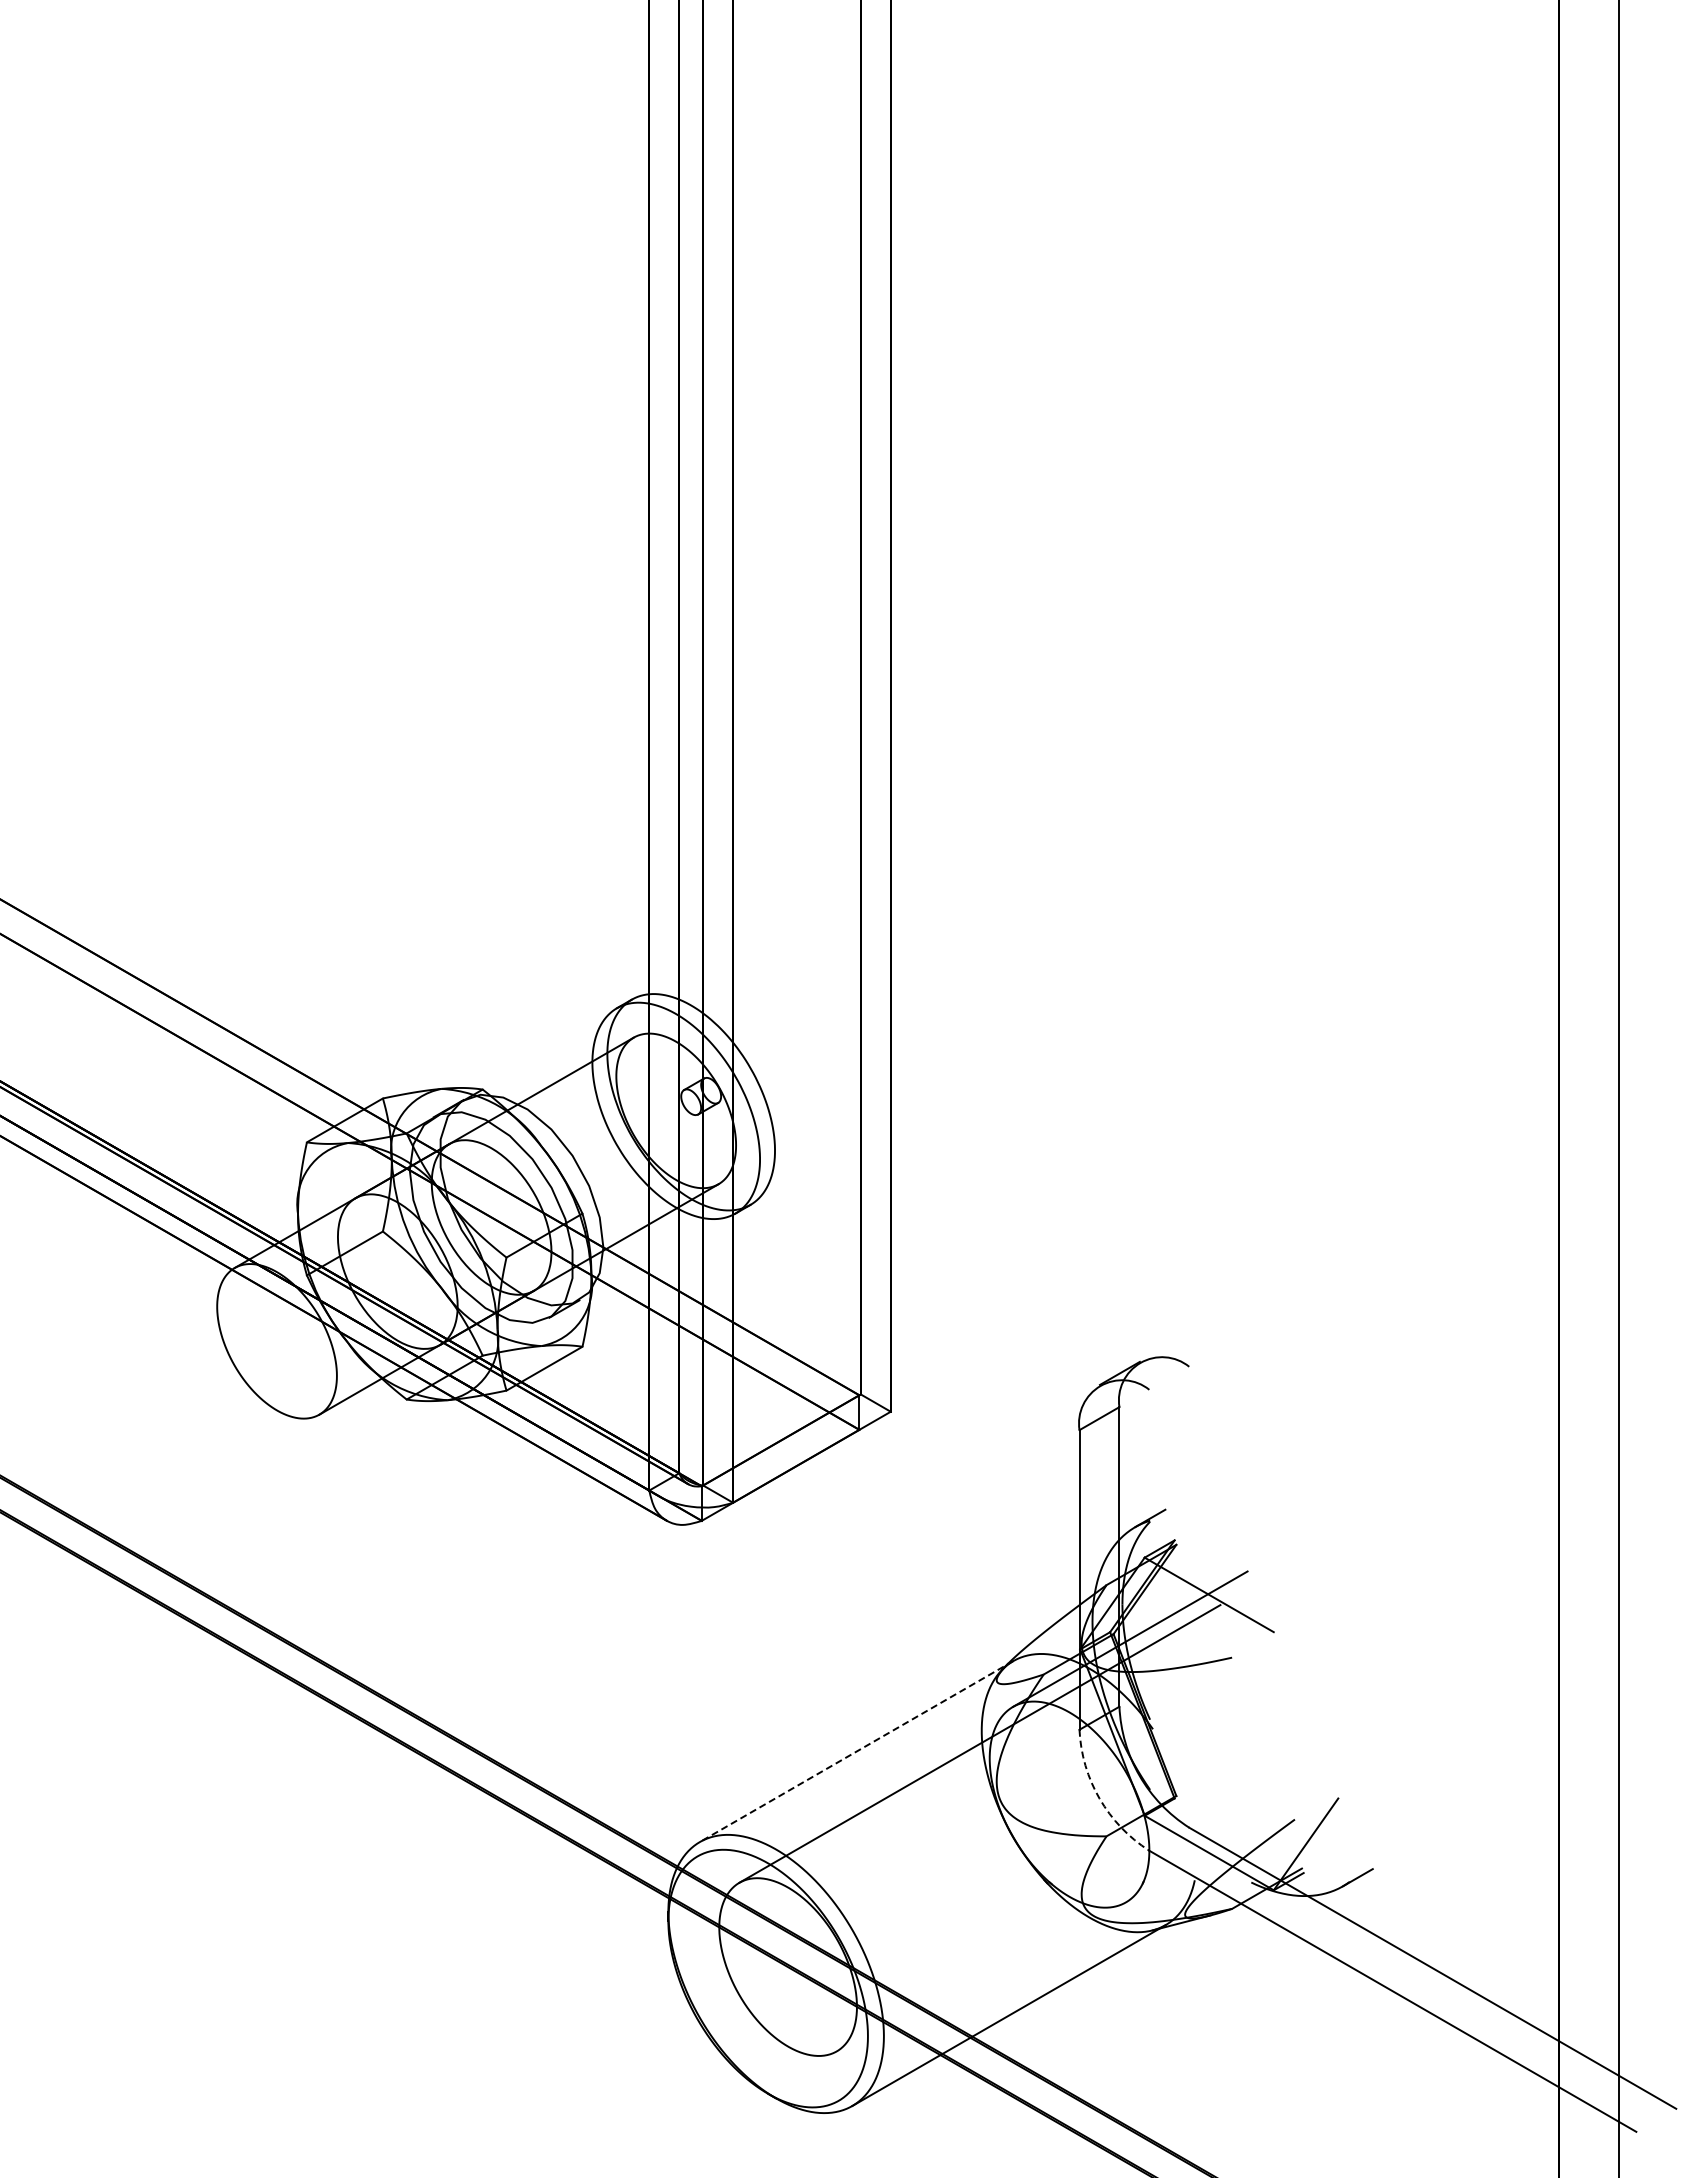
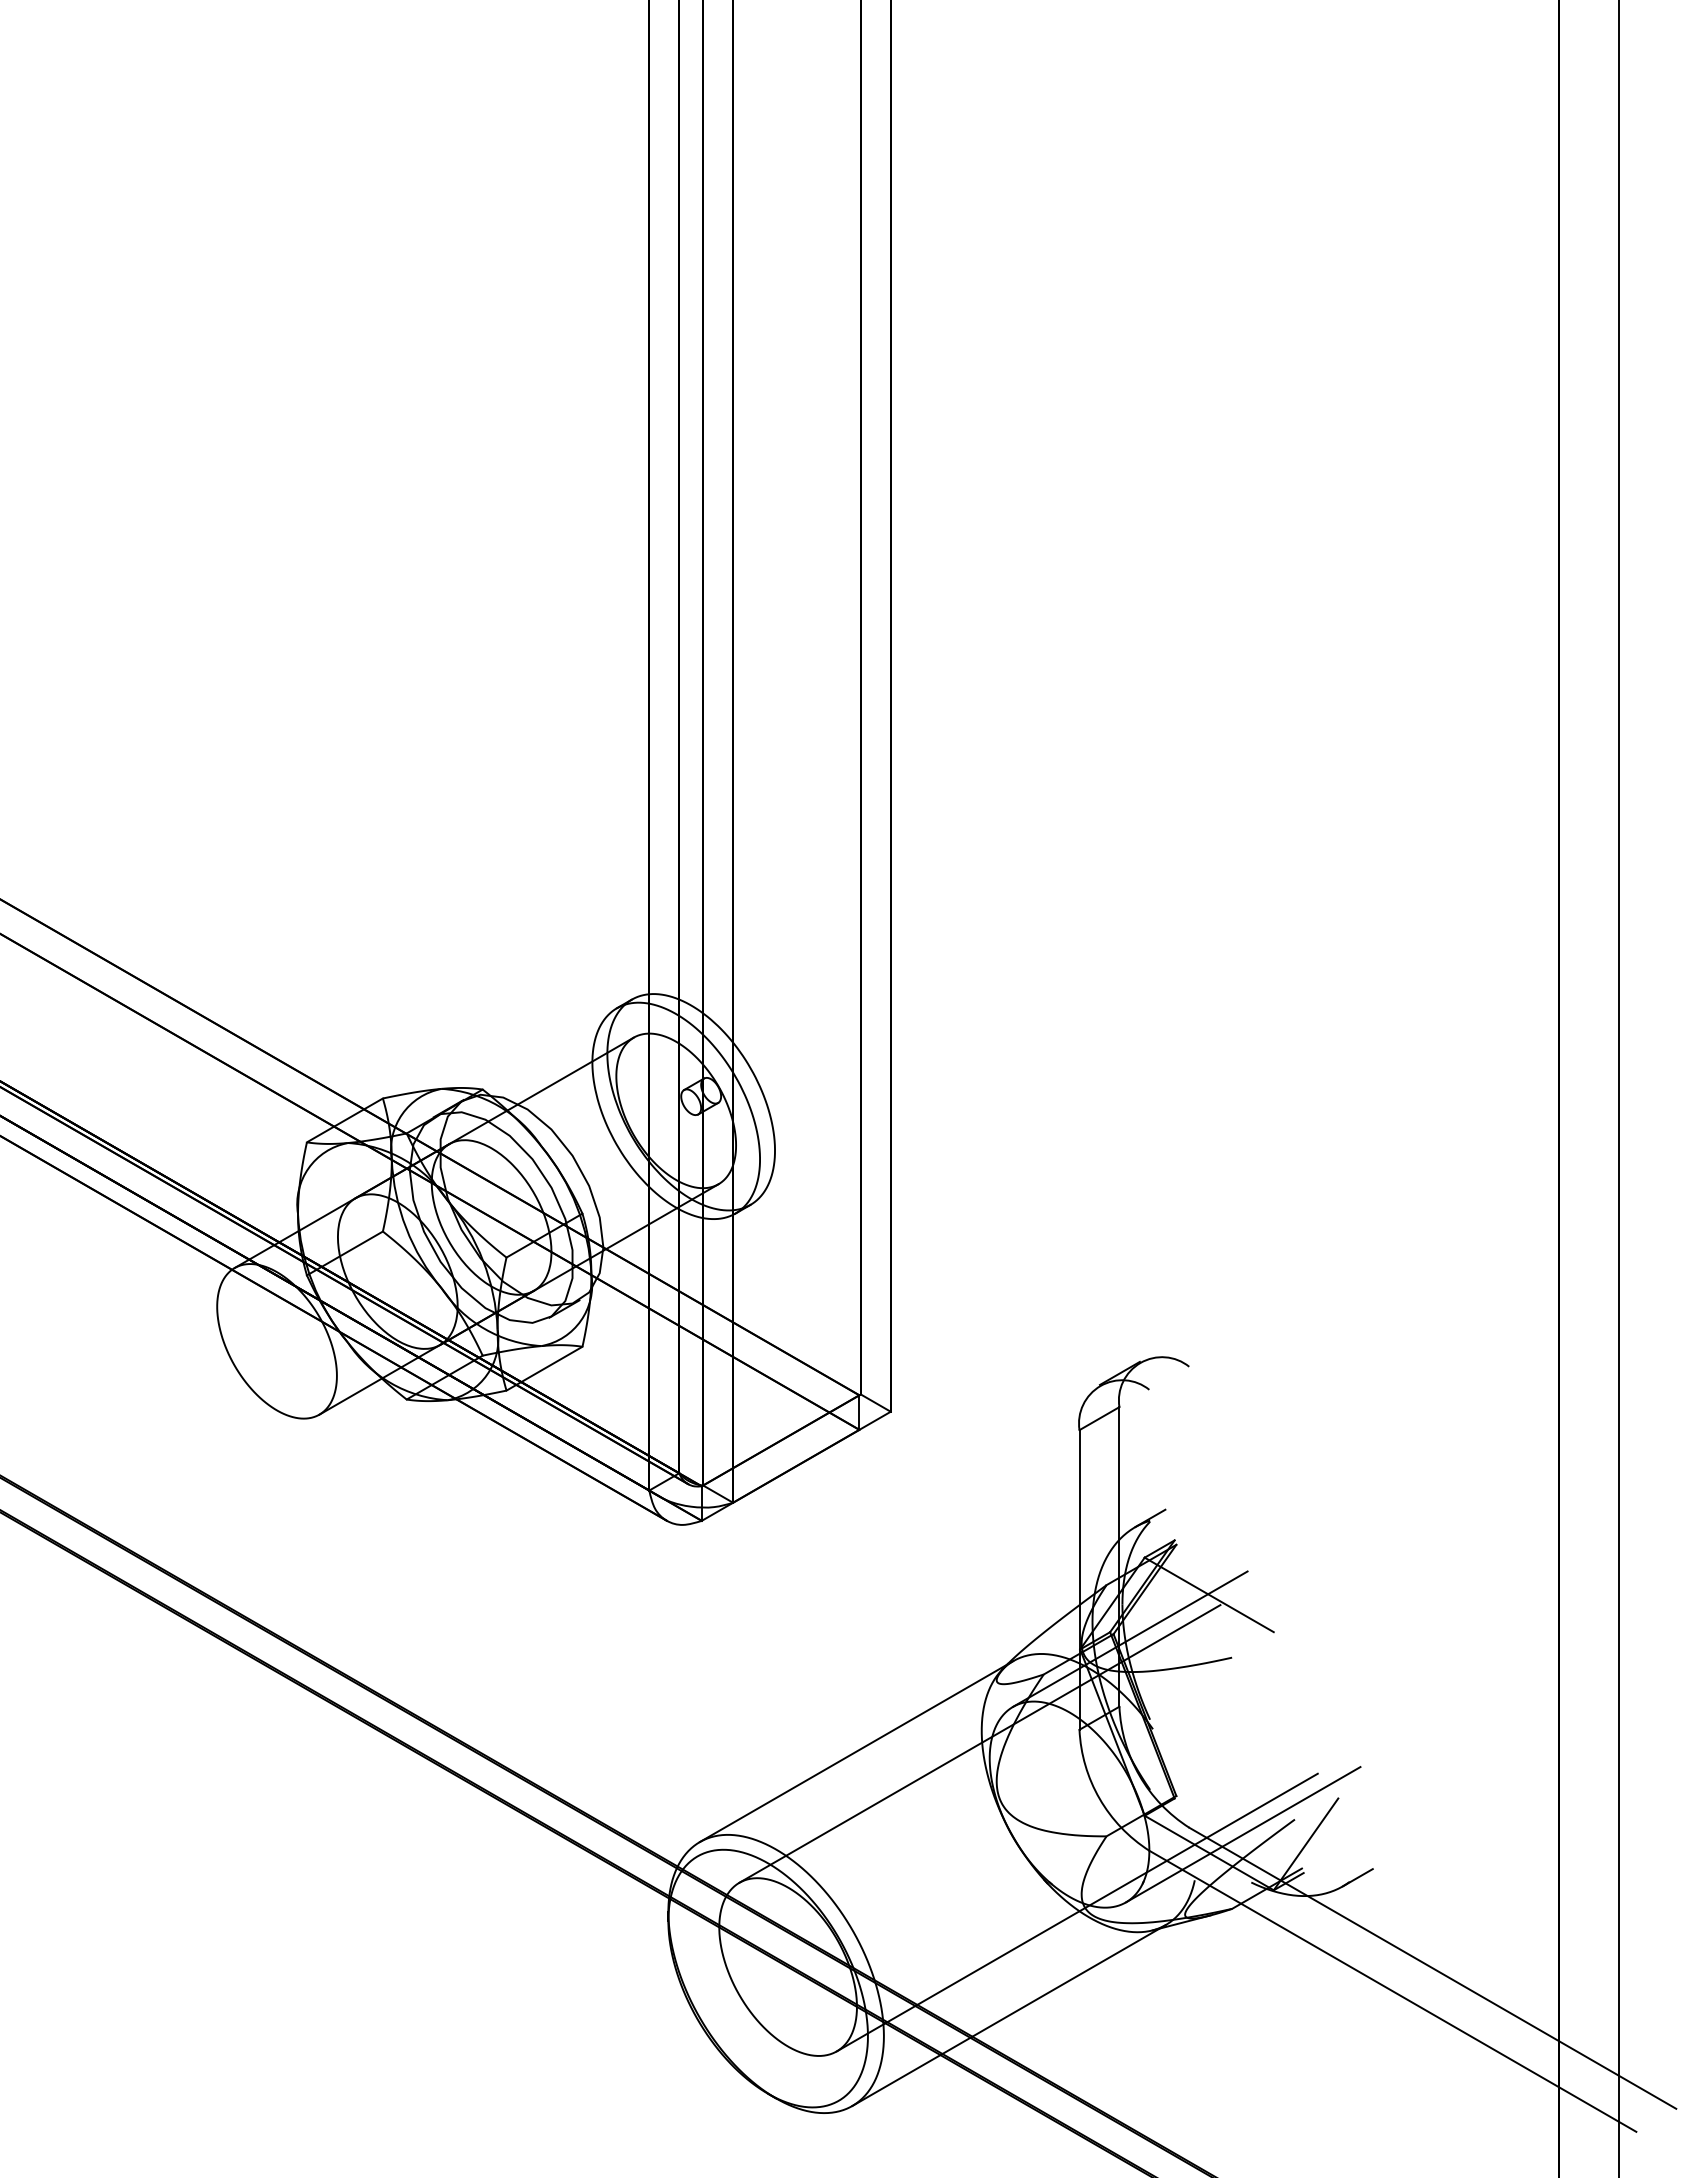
line at (856, 1751): dashed -> solid
arc at (1099, 1798): dashed -> solid
line at (1242, 1834): none -> present
line at (1076, 1912): none -> present
